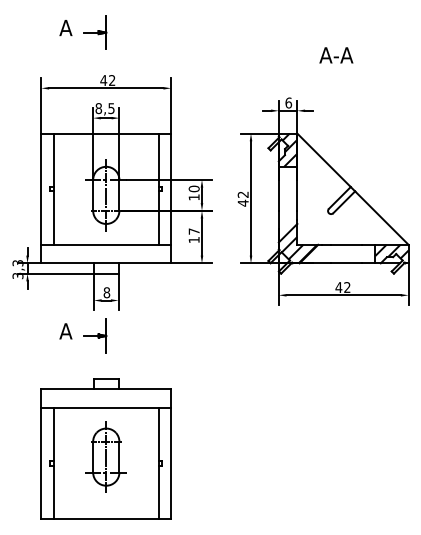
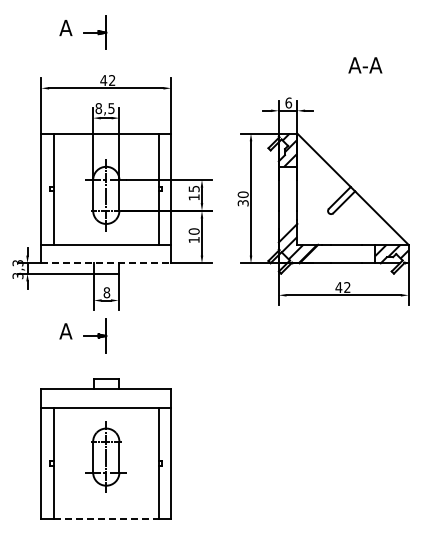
text at (336, 55) position: (336, 55) -> (365, 65)
text at (193, 188): 10 -> 15
text at (242, 198): 42 -> 30
text at (193, 231): 17 -> 10
line at (106, 263): solid -> dashed
line at (106, 518): solid -> dashed
